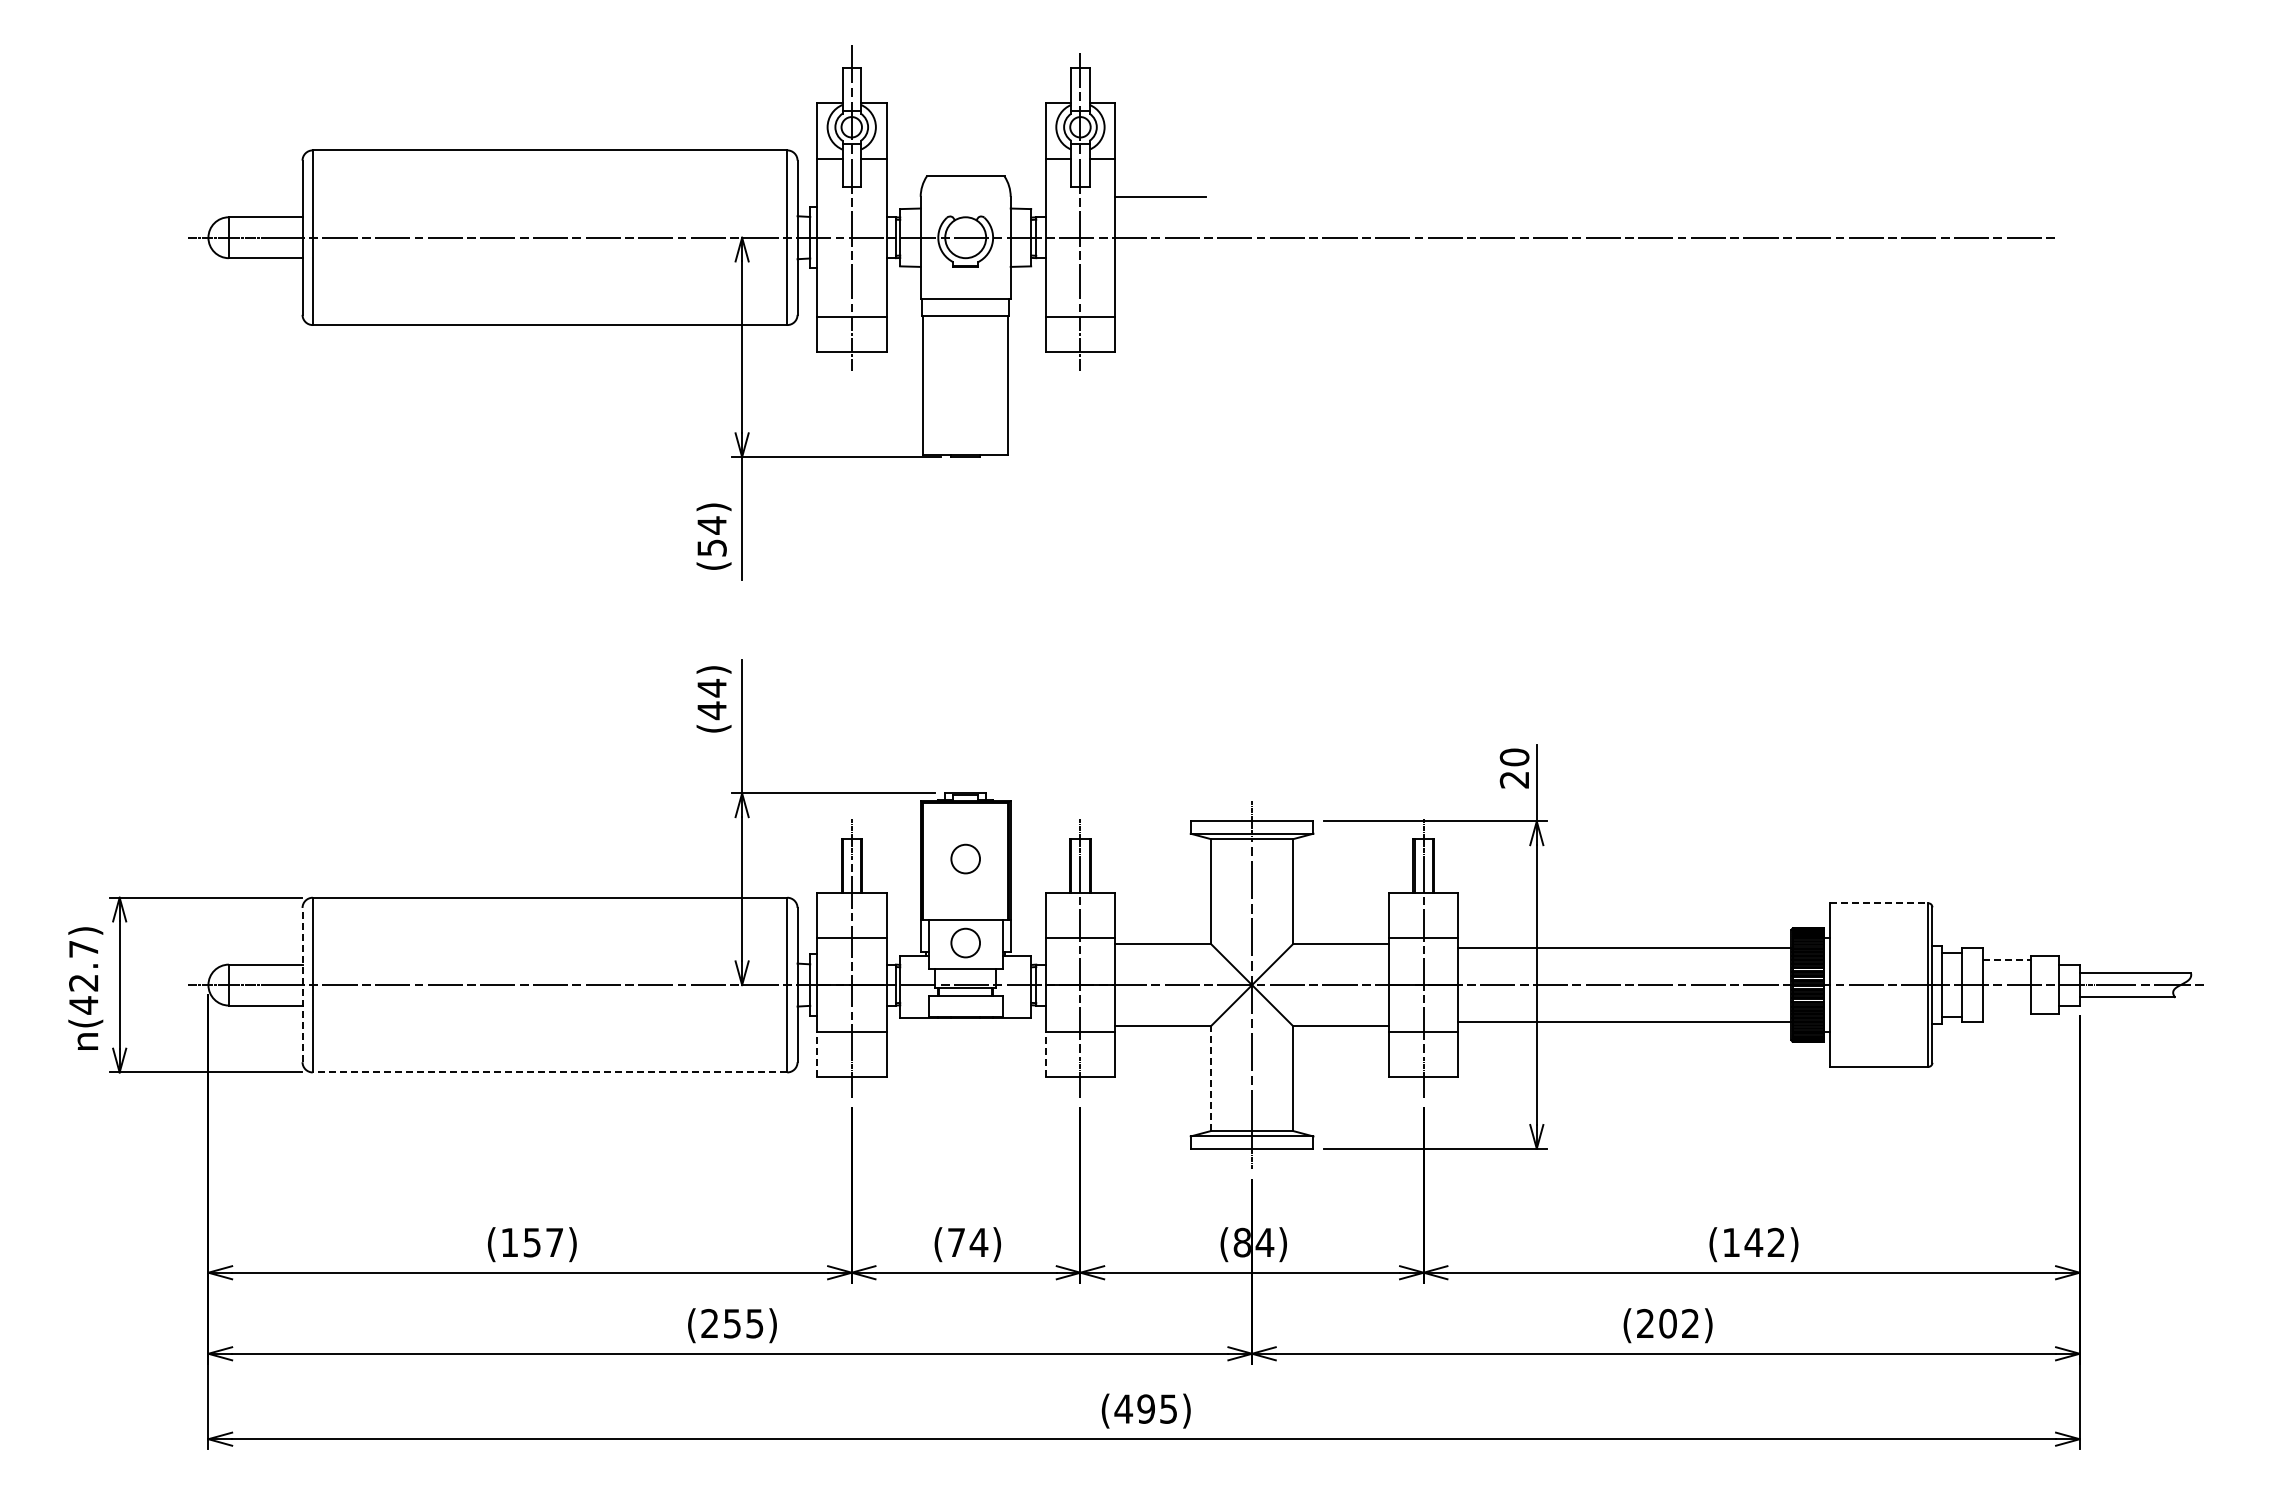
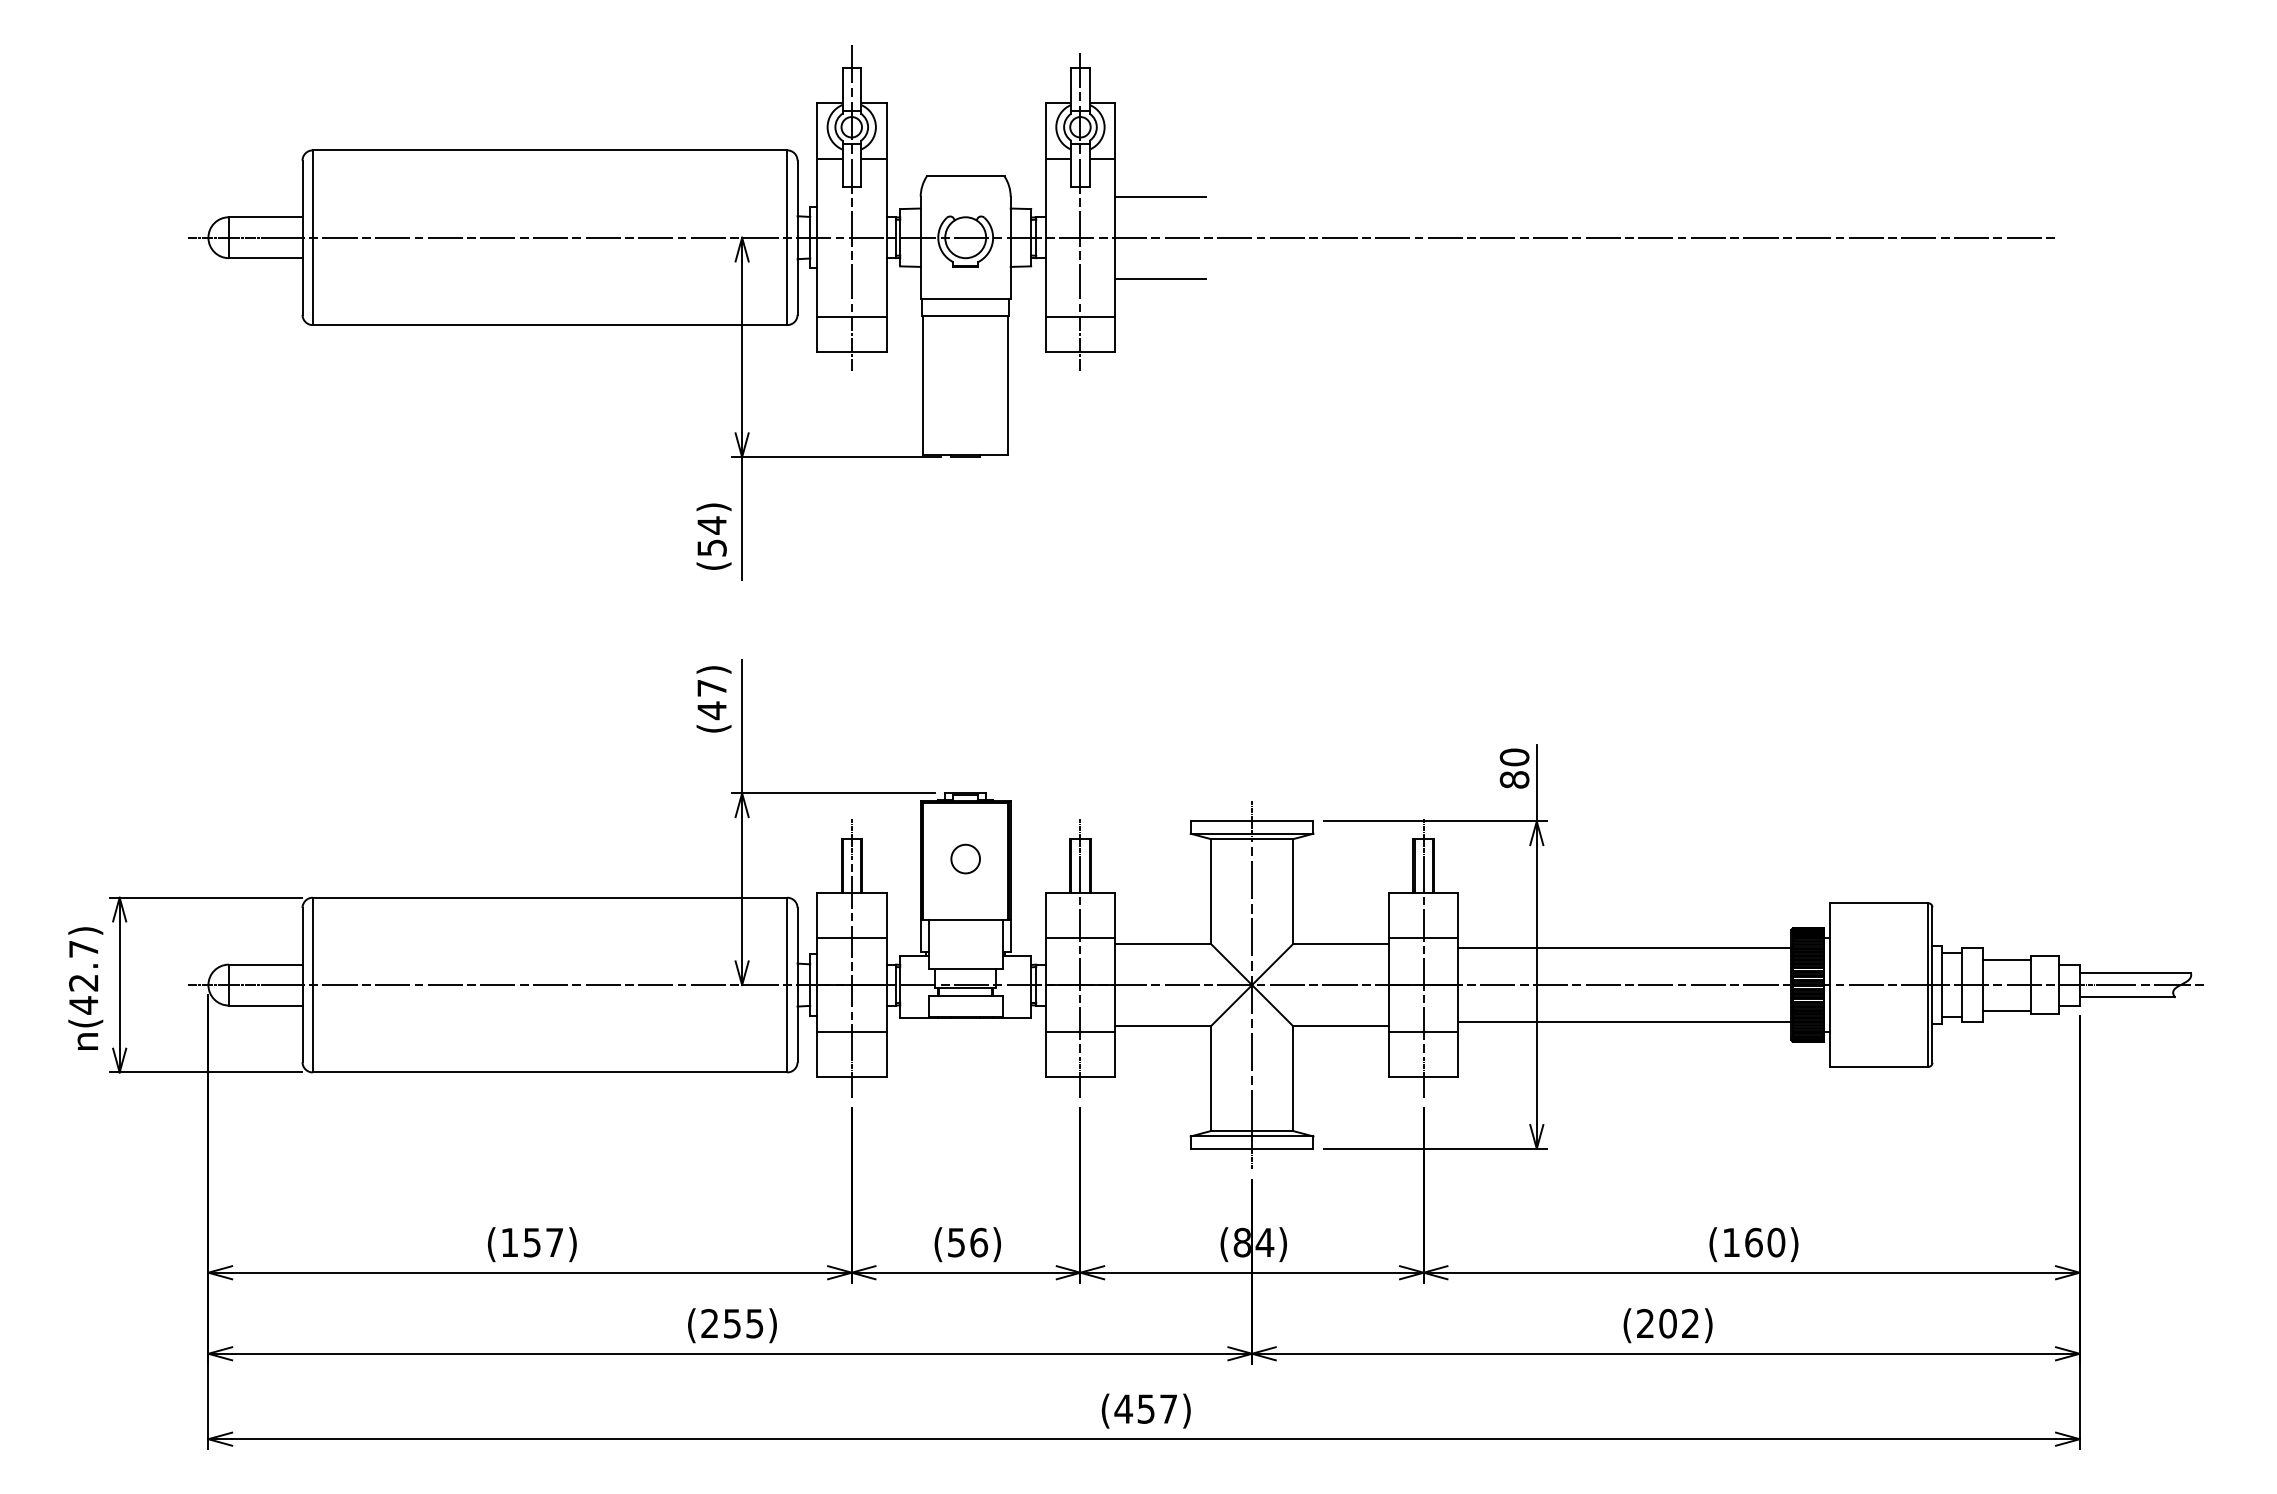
line at (1160, 278): none -> present
text at (711, 688): (44) -> (47)
text at (1514, 779): 20 -> 80
line at (1879, 903): dashed -> solid
circle at (965, 942): present -> none
line at (2006, 959): dashed -> solid
line at (302, 984): dashed -> solid
line at (2006, 1010): none -> present
line at (816, 1054): dashed -> solid
line at (1045, 1054): dashed -> solid
line at (549, 1072): dashed -> solid
line at (1211, 1078): dashed -> solid
text at (968, 1242): (74) -> (56)
text at (1764, 1242): (142) -> (160)
text at (1156, 1408): (495) -> (457)
